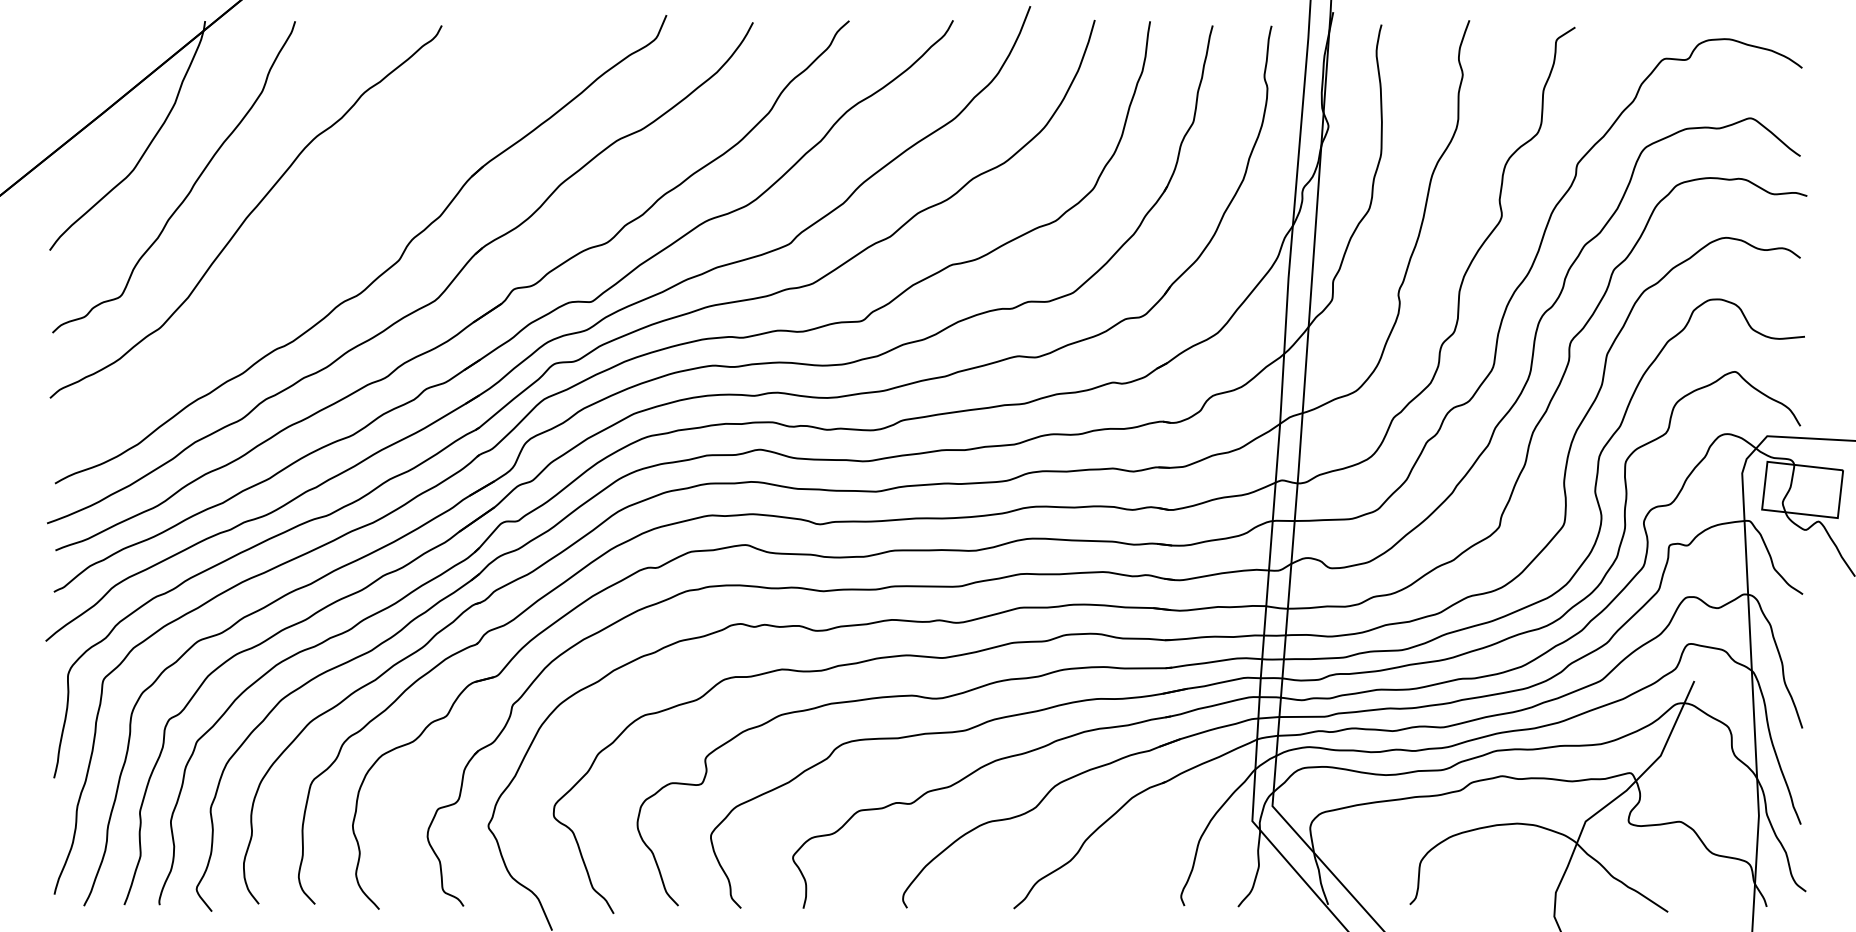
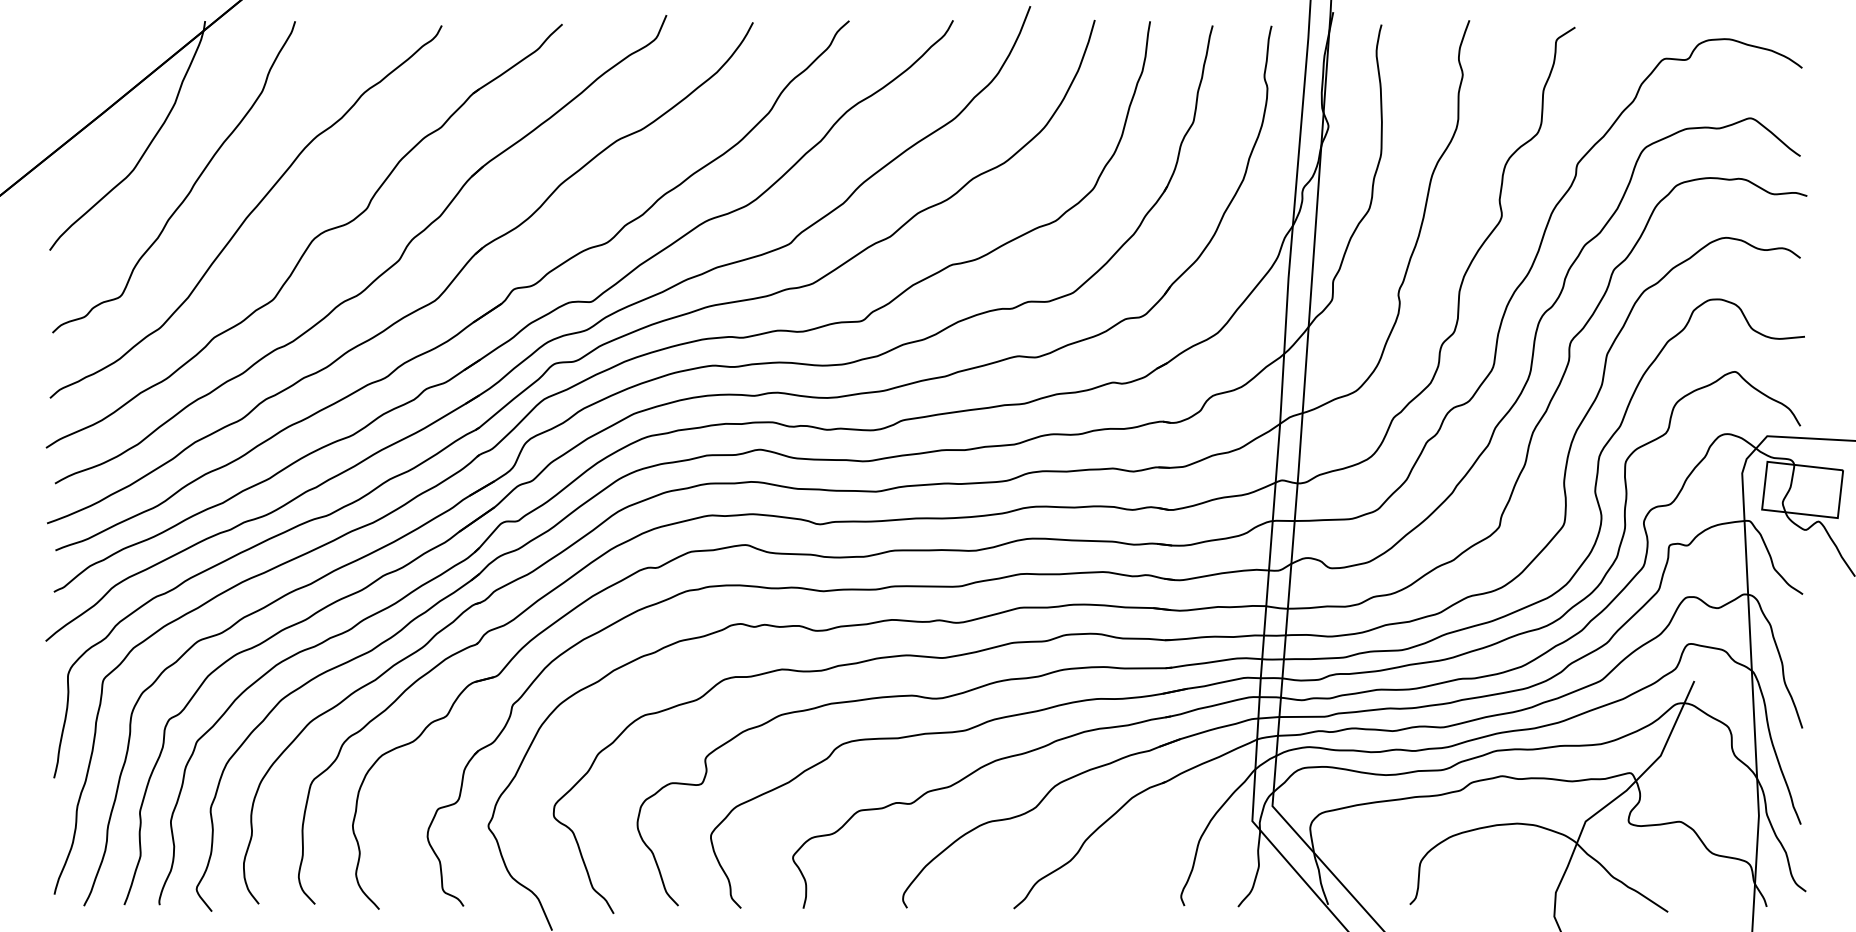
part at (310, 241): none -> present
